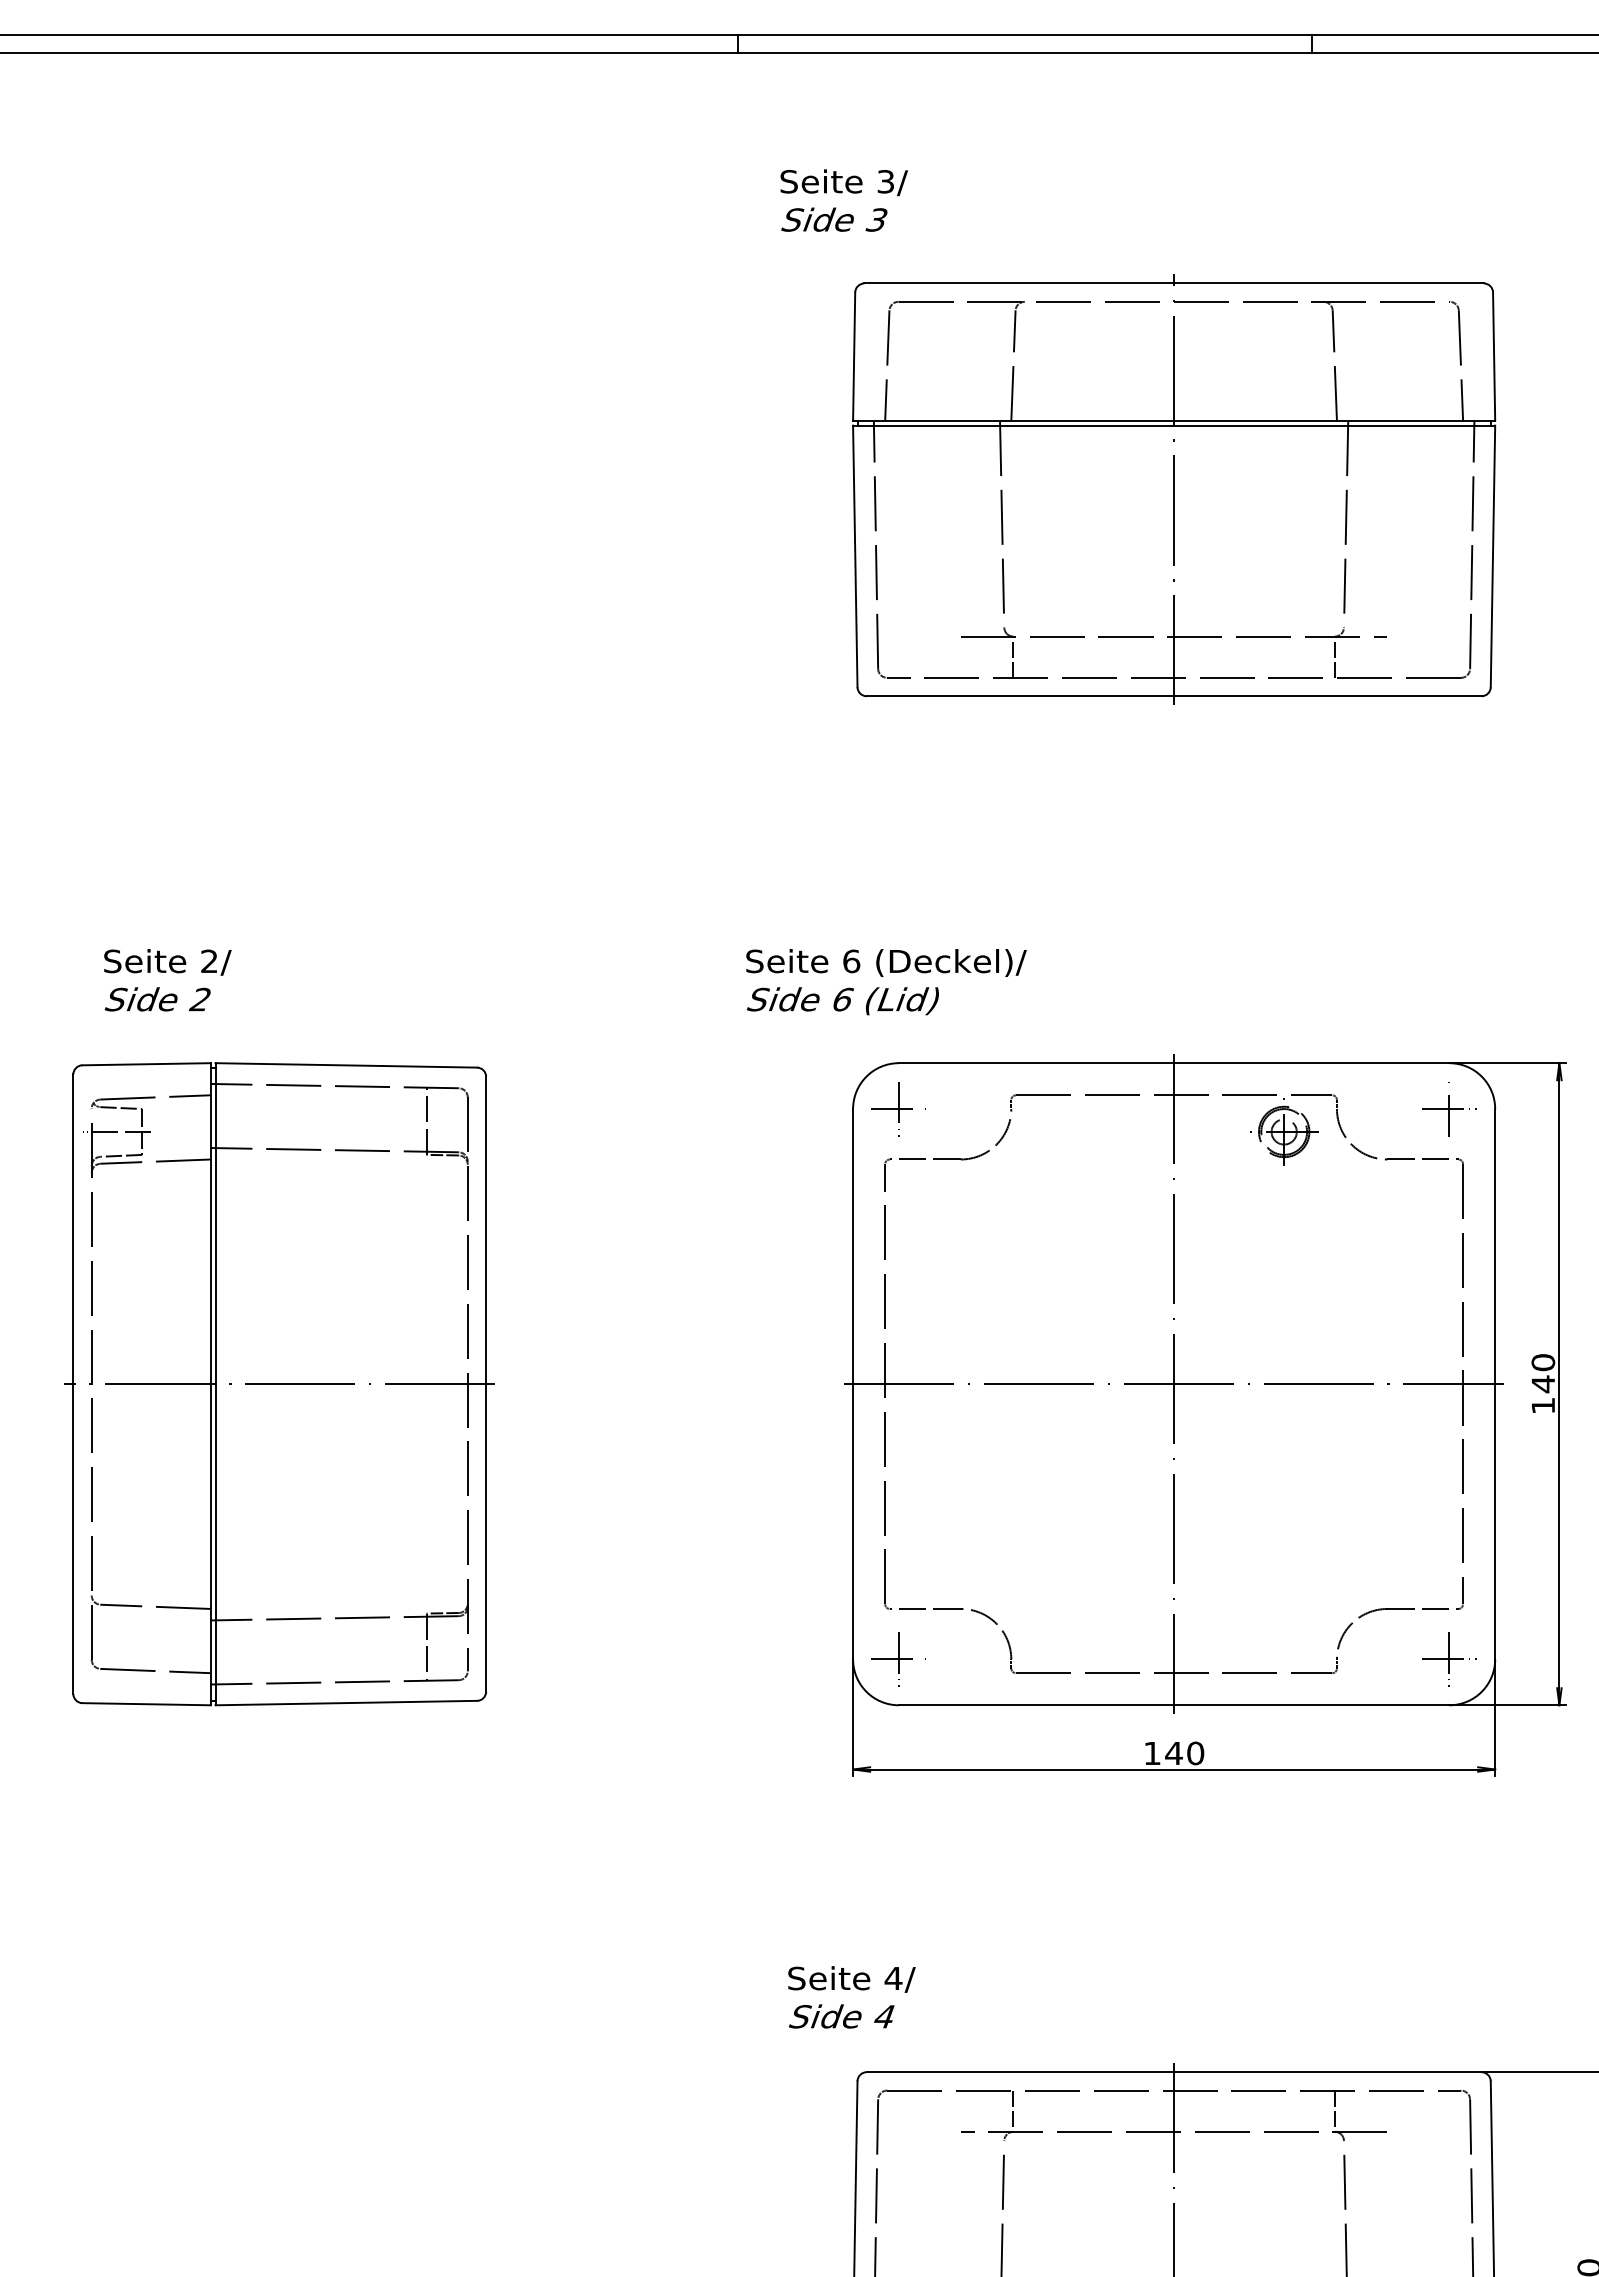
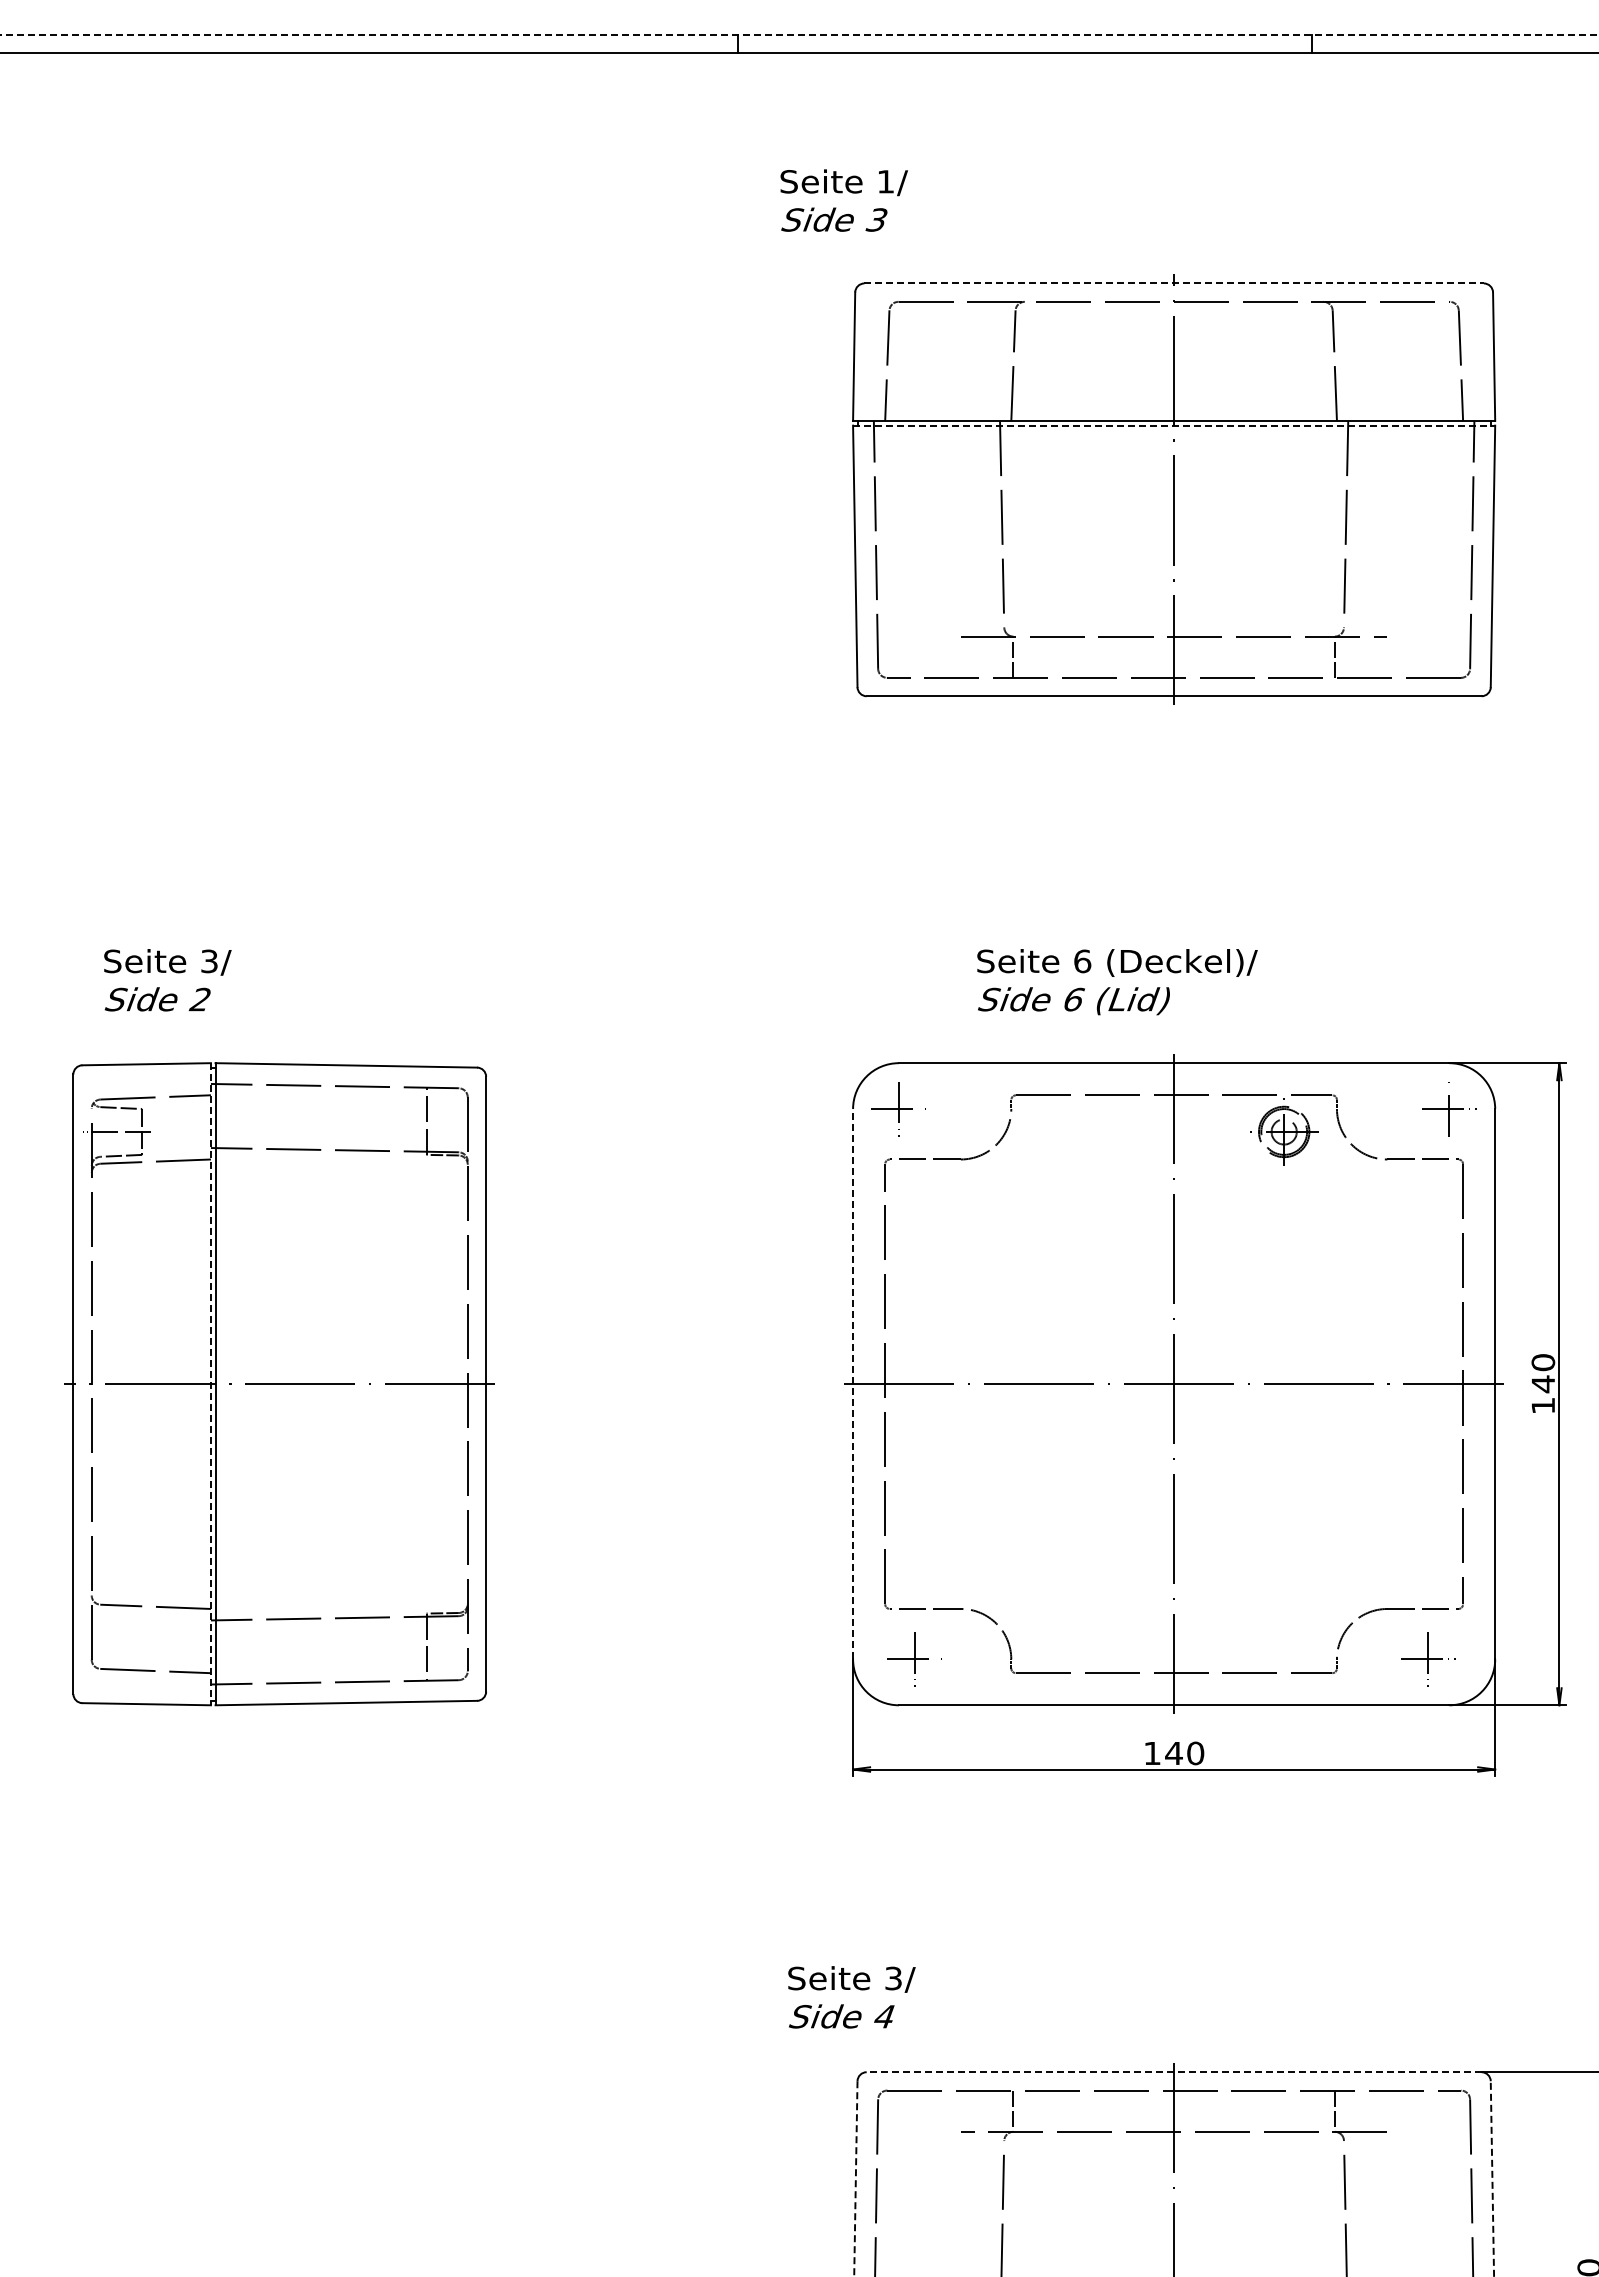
line at (799, 34): solid -> dashed
text at (885, 181): 3/ -> 1/
line at (1174, 283): solid -> dashed
line at (1174, 425): solid -> dashed
text at (209, 961): 2/ -> 3/
text at (886, 982) position: (886, 982) -> (1117, 982)
line at (853, 1383): solid -> dashed
line at (210, 1384): solid -> dashed
part at (898, 1659) position: (898, 1659) -> (914, 1659)
part at (1449, 1659) position: (1449, 1659) -> (1428, 1659)
text at (893, 1978): 4/ -> 3/
line at (1173, 2072): solid -> dashed
line at (855, 2179): solid -> dashed
line at (1492, 2179): solid -> dashed
